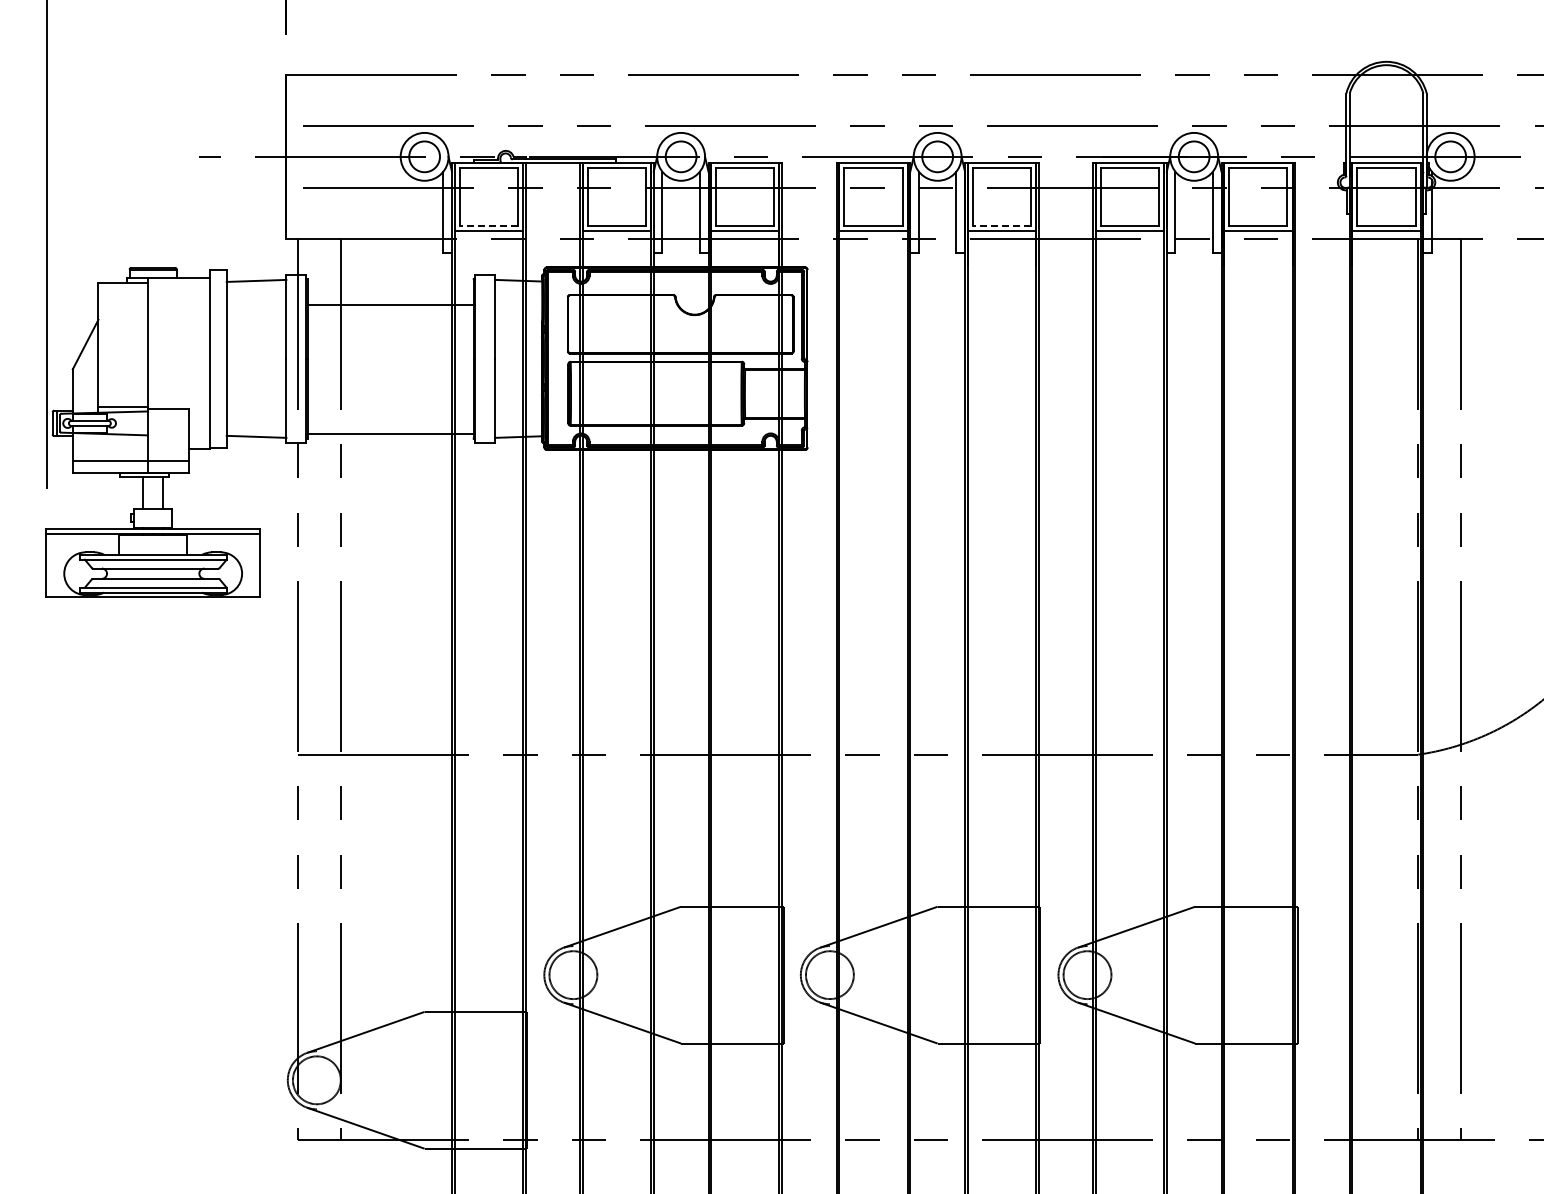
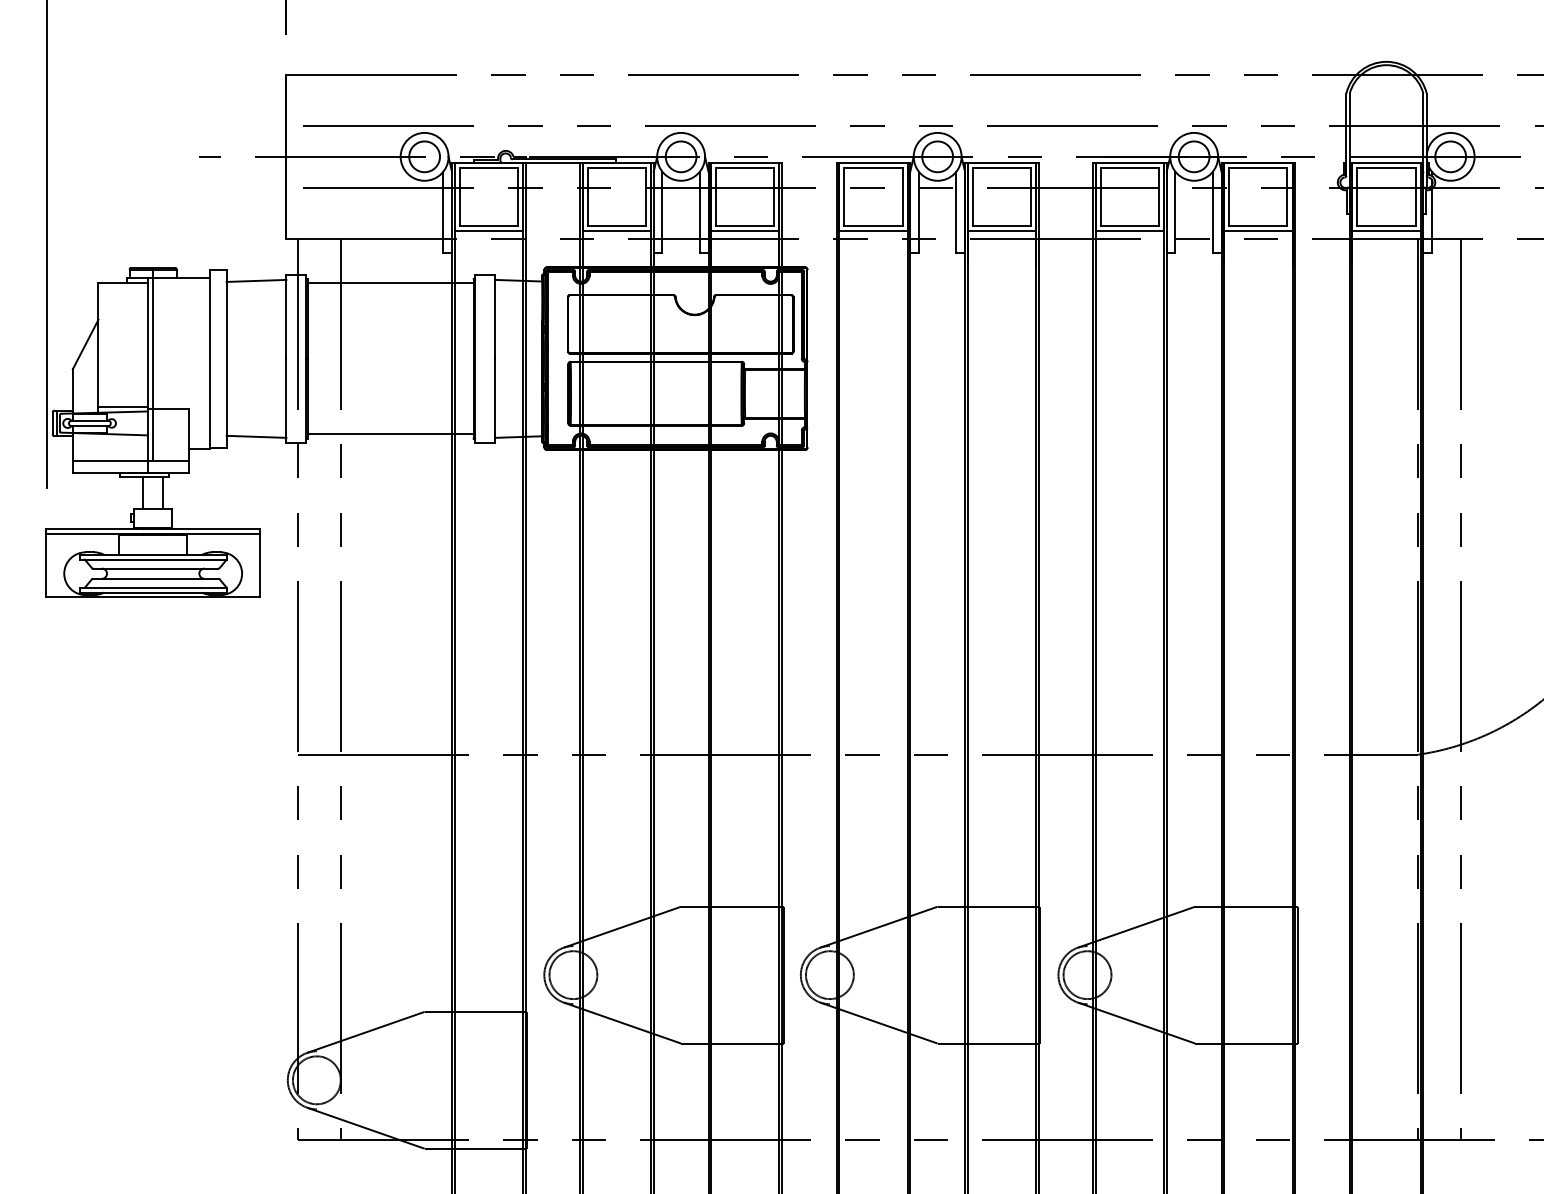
line at (488, 226): dashed -> solid
line at (1001, 226): dashed -> solid
line at (391, 305) position: (391, 305) -> (391, 283)
line at (153, 363): none -> present
